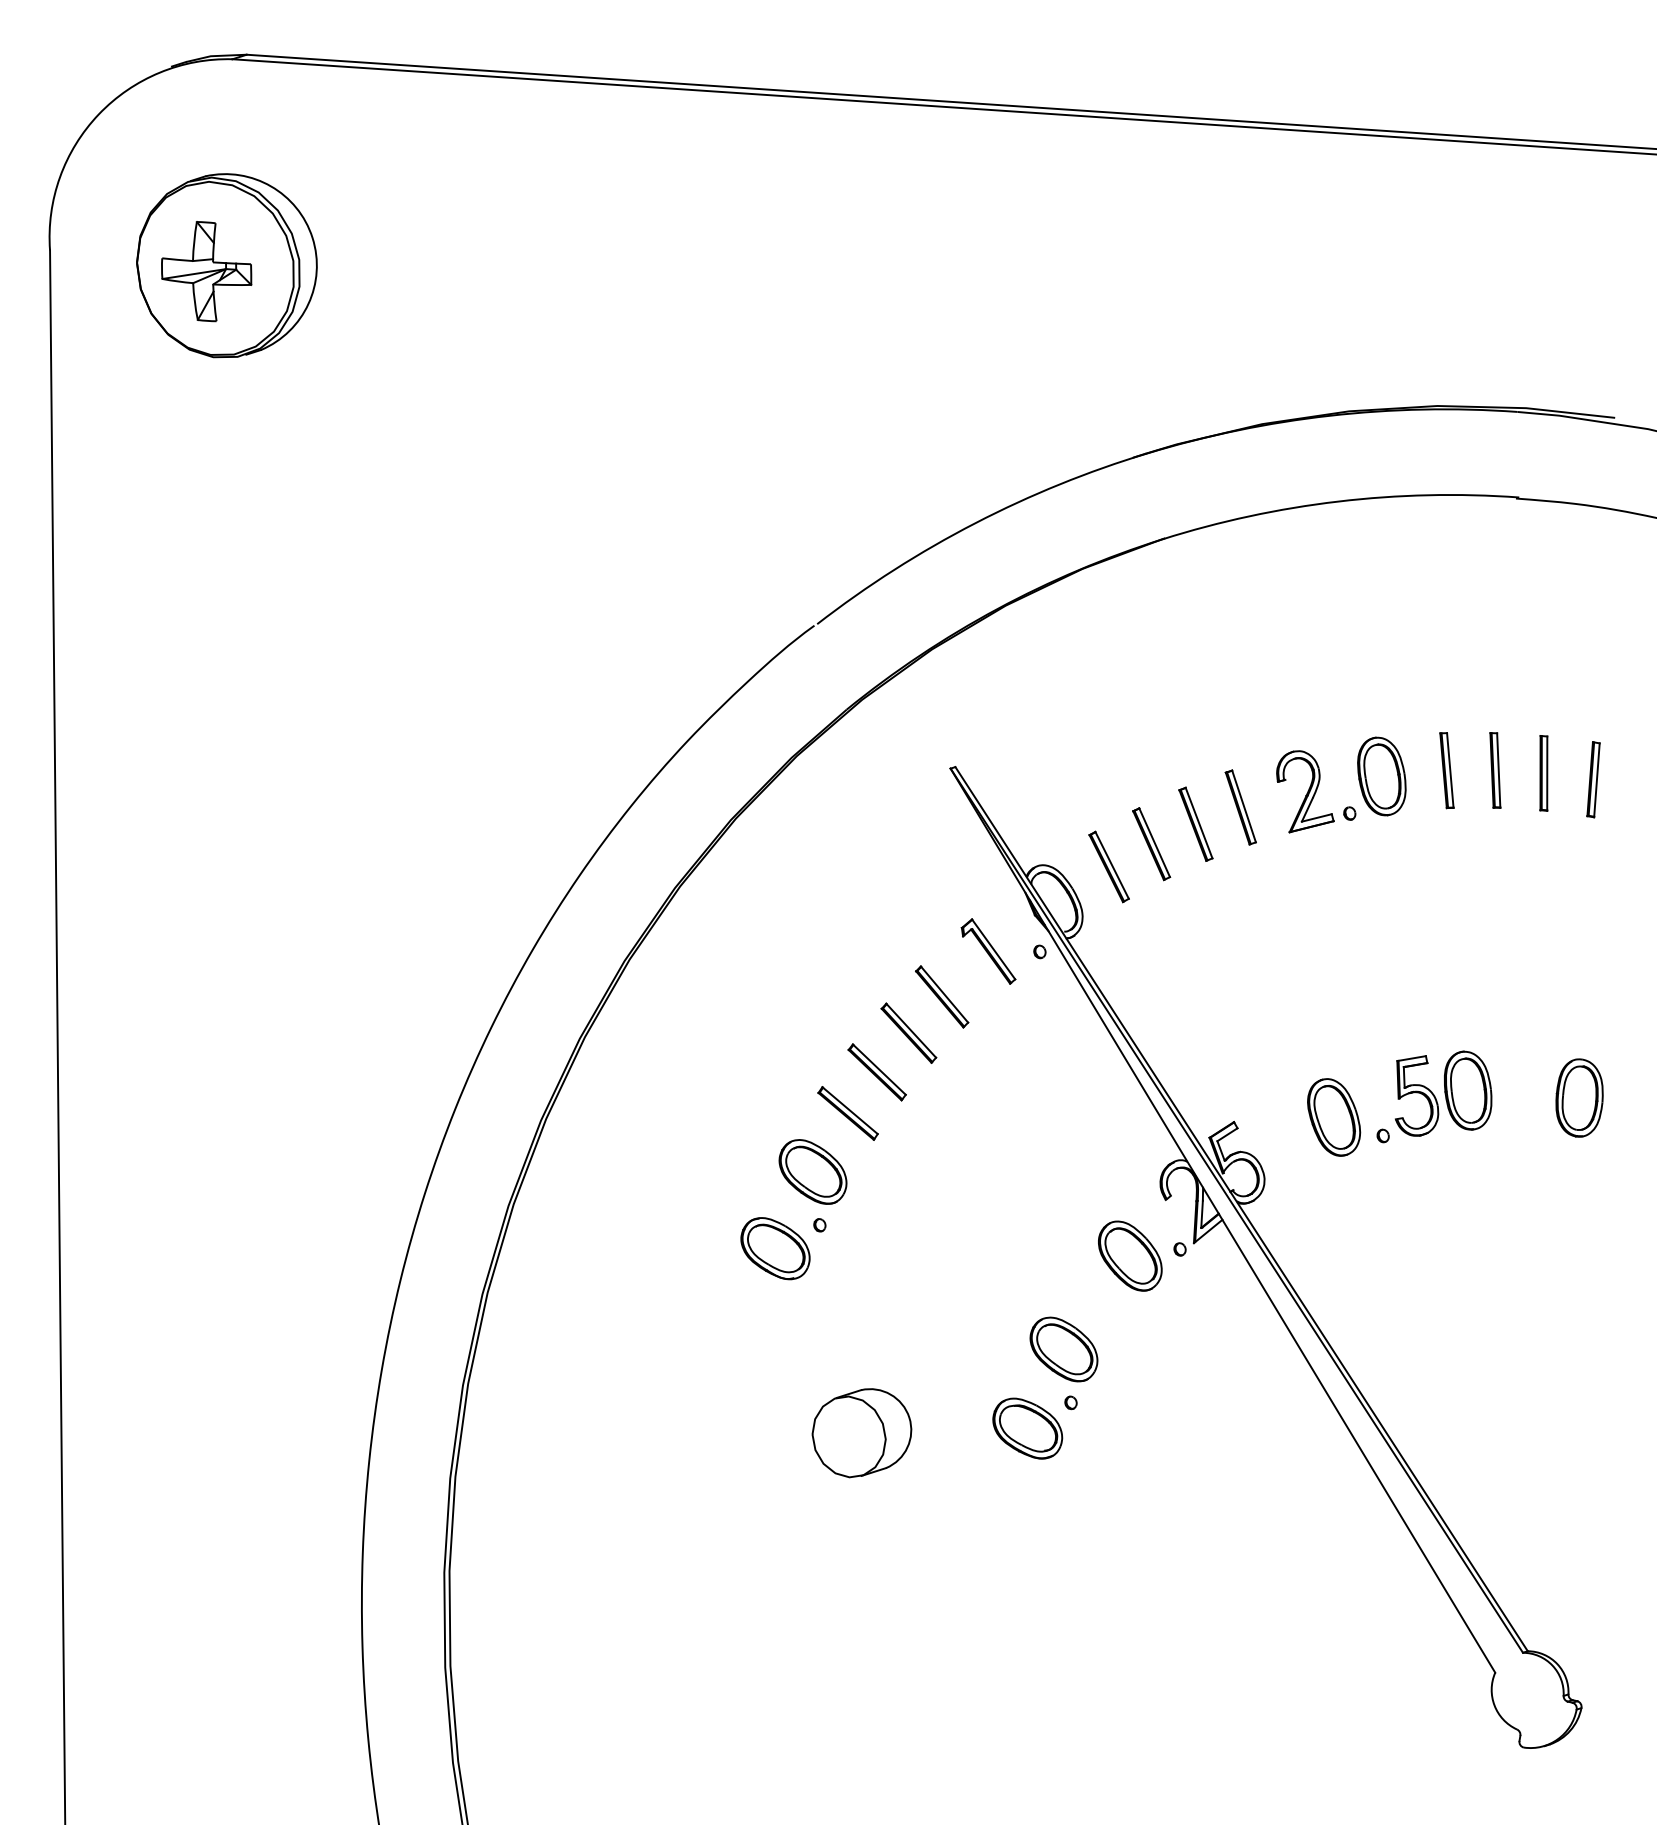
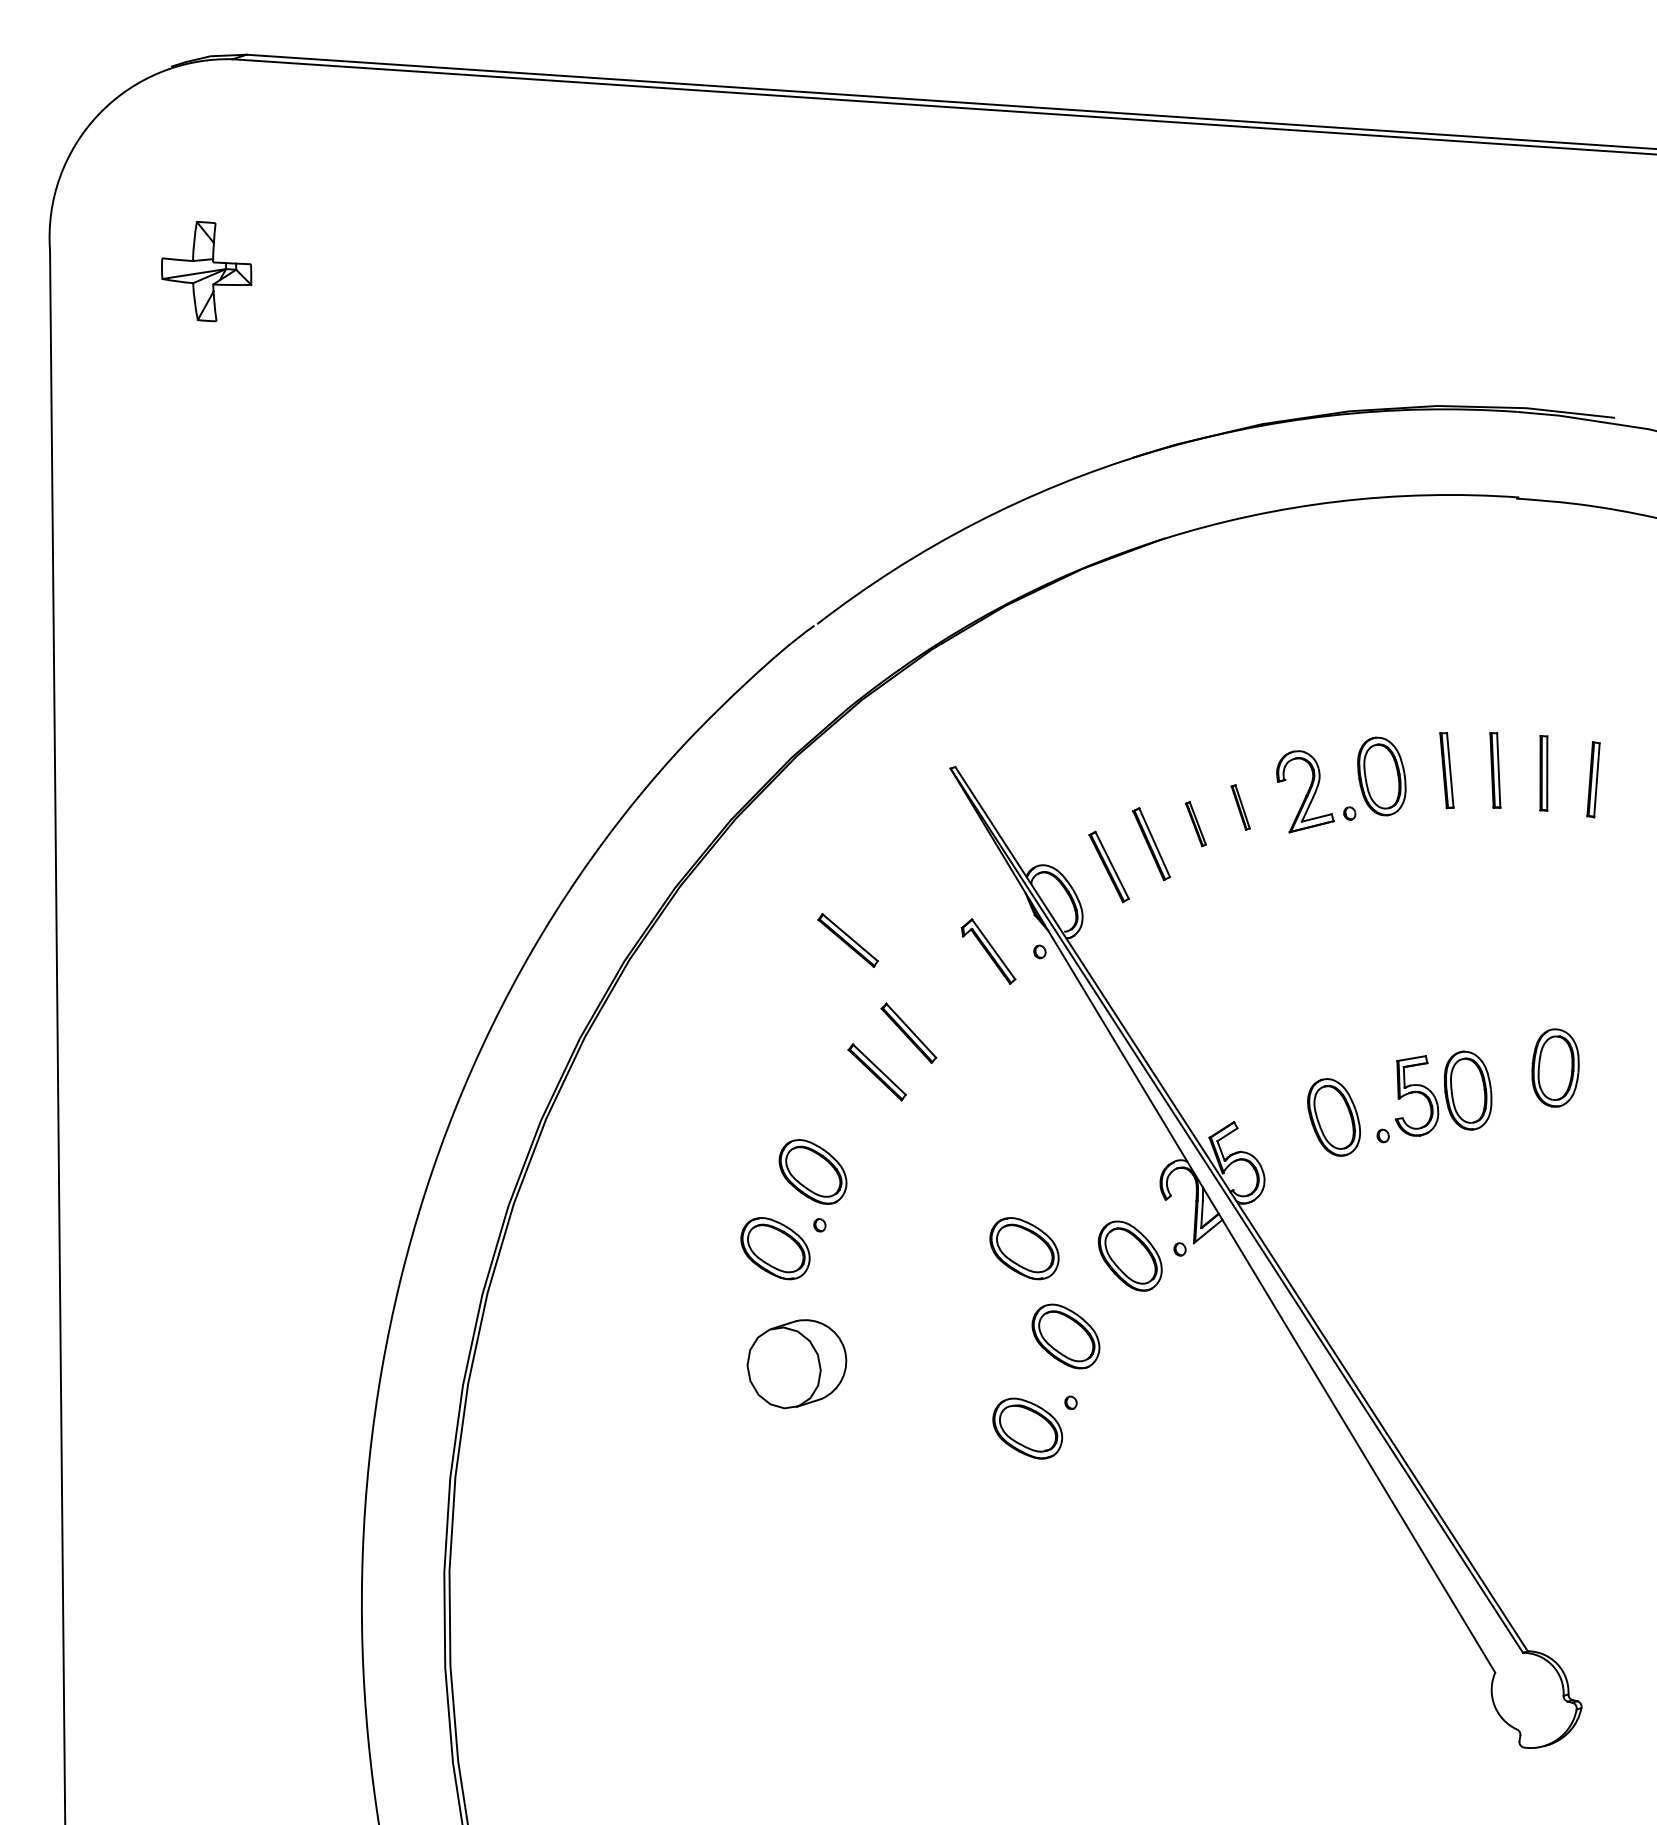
part at (226, 265): present -> none
part at (1240, 807) size: 33x77 px -> 21x47 px
part at (1195, 823) size: 36x76 px -> 22x47 px
part at (942, 996): present -> none
part at (1579, 1097) position: (1579, 1097) -> (1555, 1067)
part at (847, 1113) position: (847, 1113) -> (847, 940)
part at (1024, 1248): none -> present
part at (1063, 1349) position: (1063, 1349) -> (1065, 1336)
part at (861, 1433) position: (861, 1433) -> (796, 1364)
